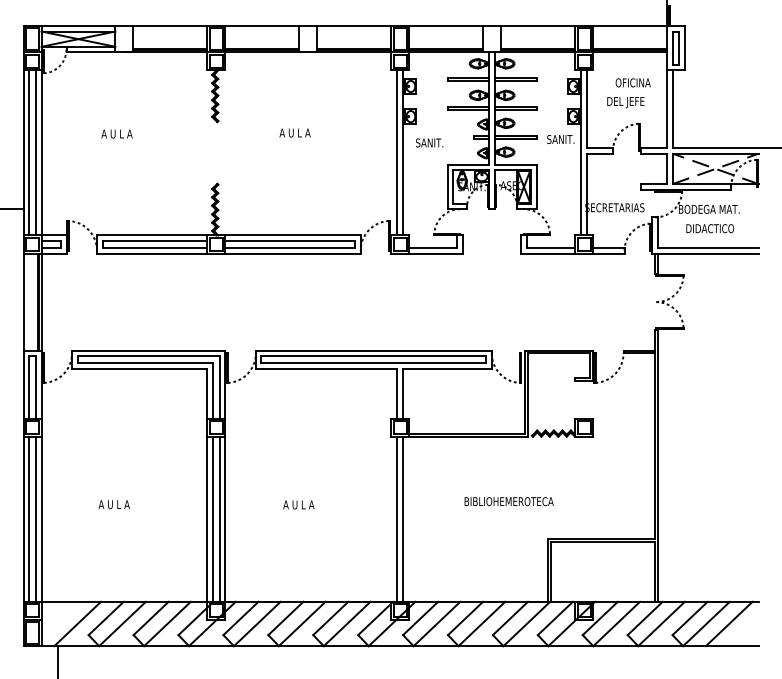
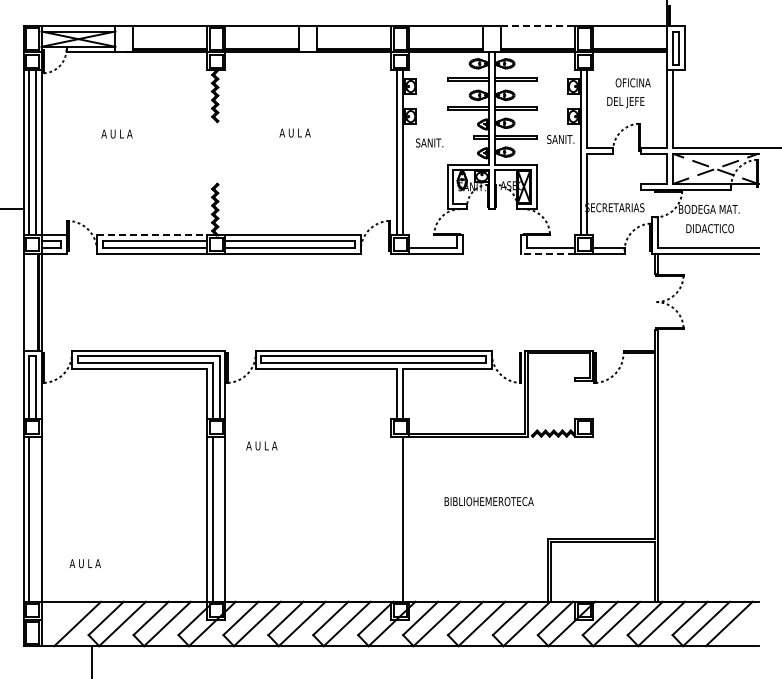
line at (538, 25): solid -> dashed
line at (152, 235): solid -> dashed
line at (548, 253): solid -> dashed
text at (508, 501) position: (508, 501) -> (488, 501)
text at (113, 504) position: (113, 504) -> (84, 563)
text at (298, 504) position: (298, 504) -> (261, 445)
line at (35, 518): present -> none
line at (219, 518): present -> none
line at (397, 518): present -> none
line at (58, 660) position: (58, 660) -> (92, 660)
